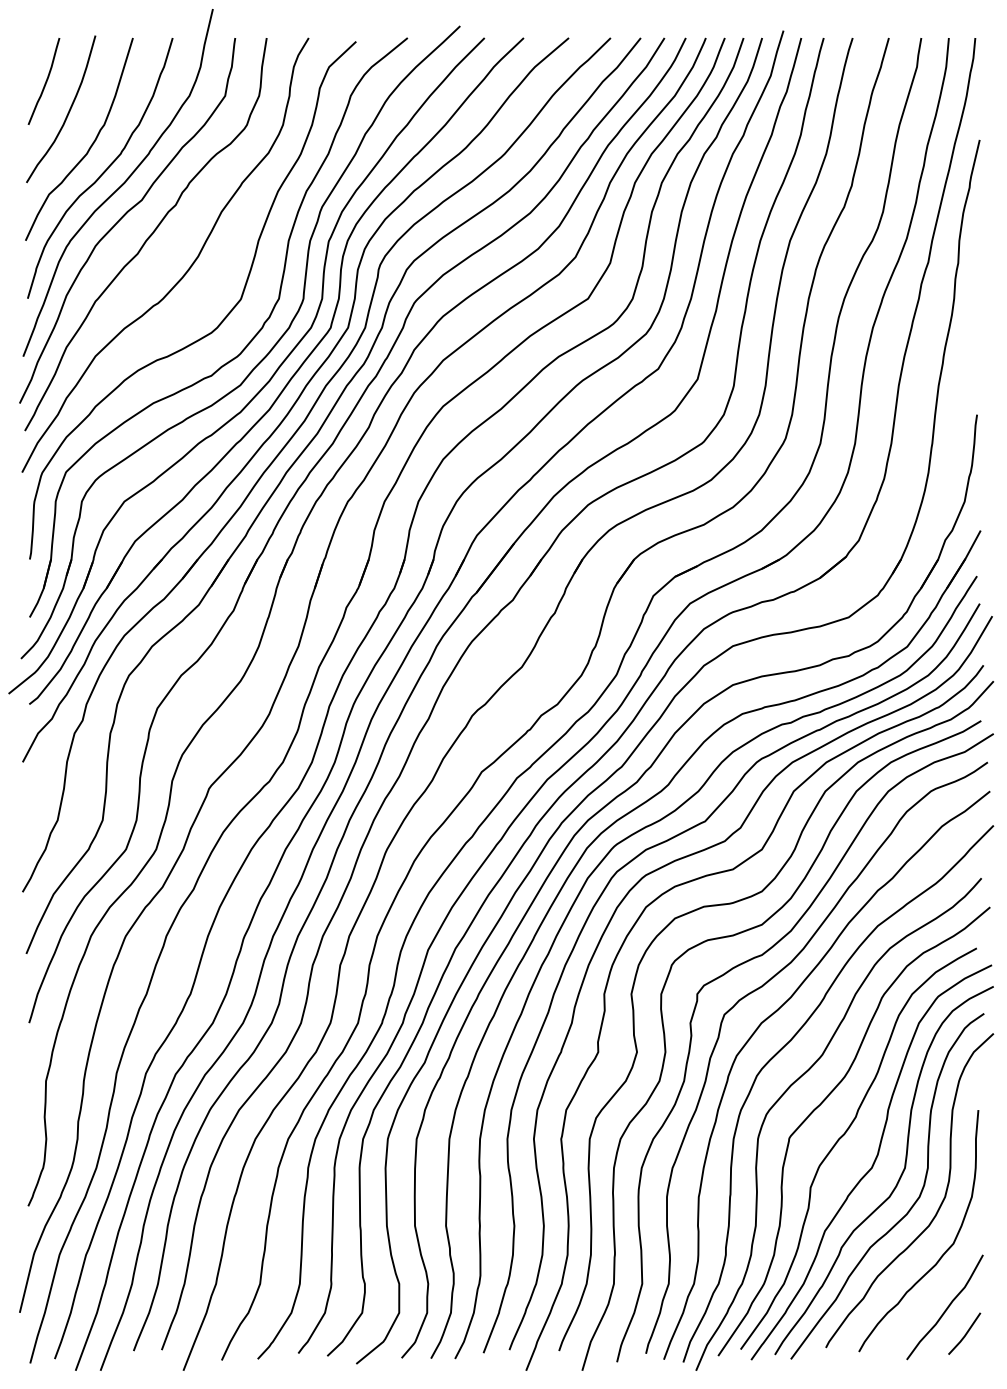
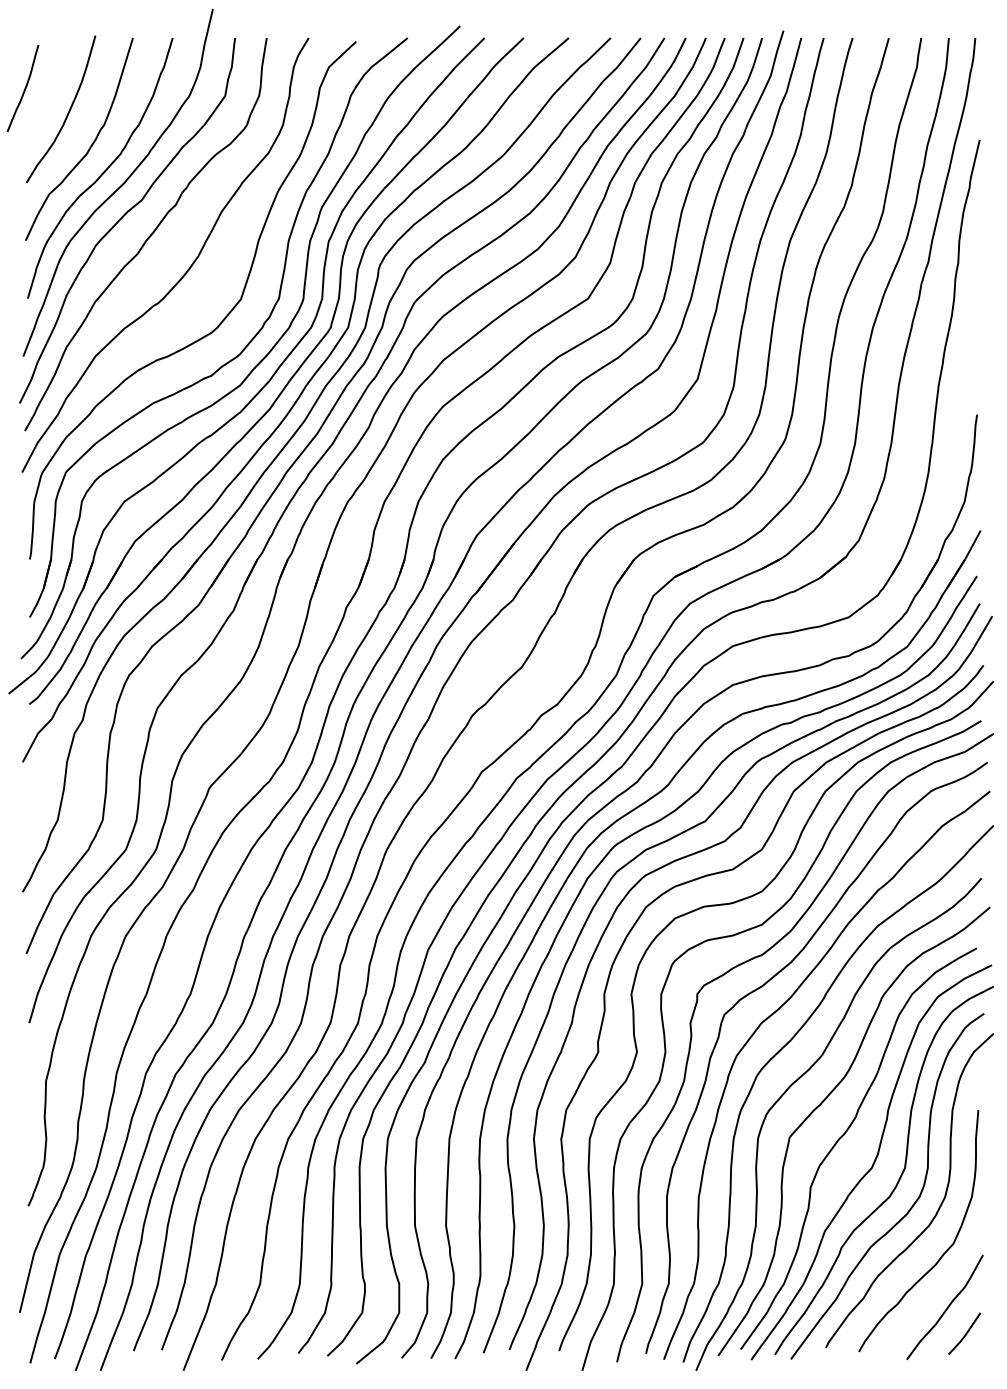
curve at (45, 81) position: (45, 81) -> (24, 88)
